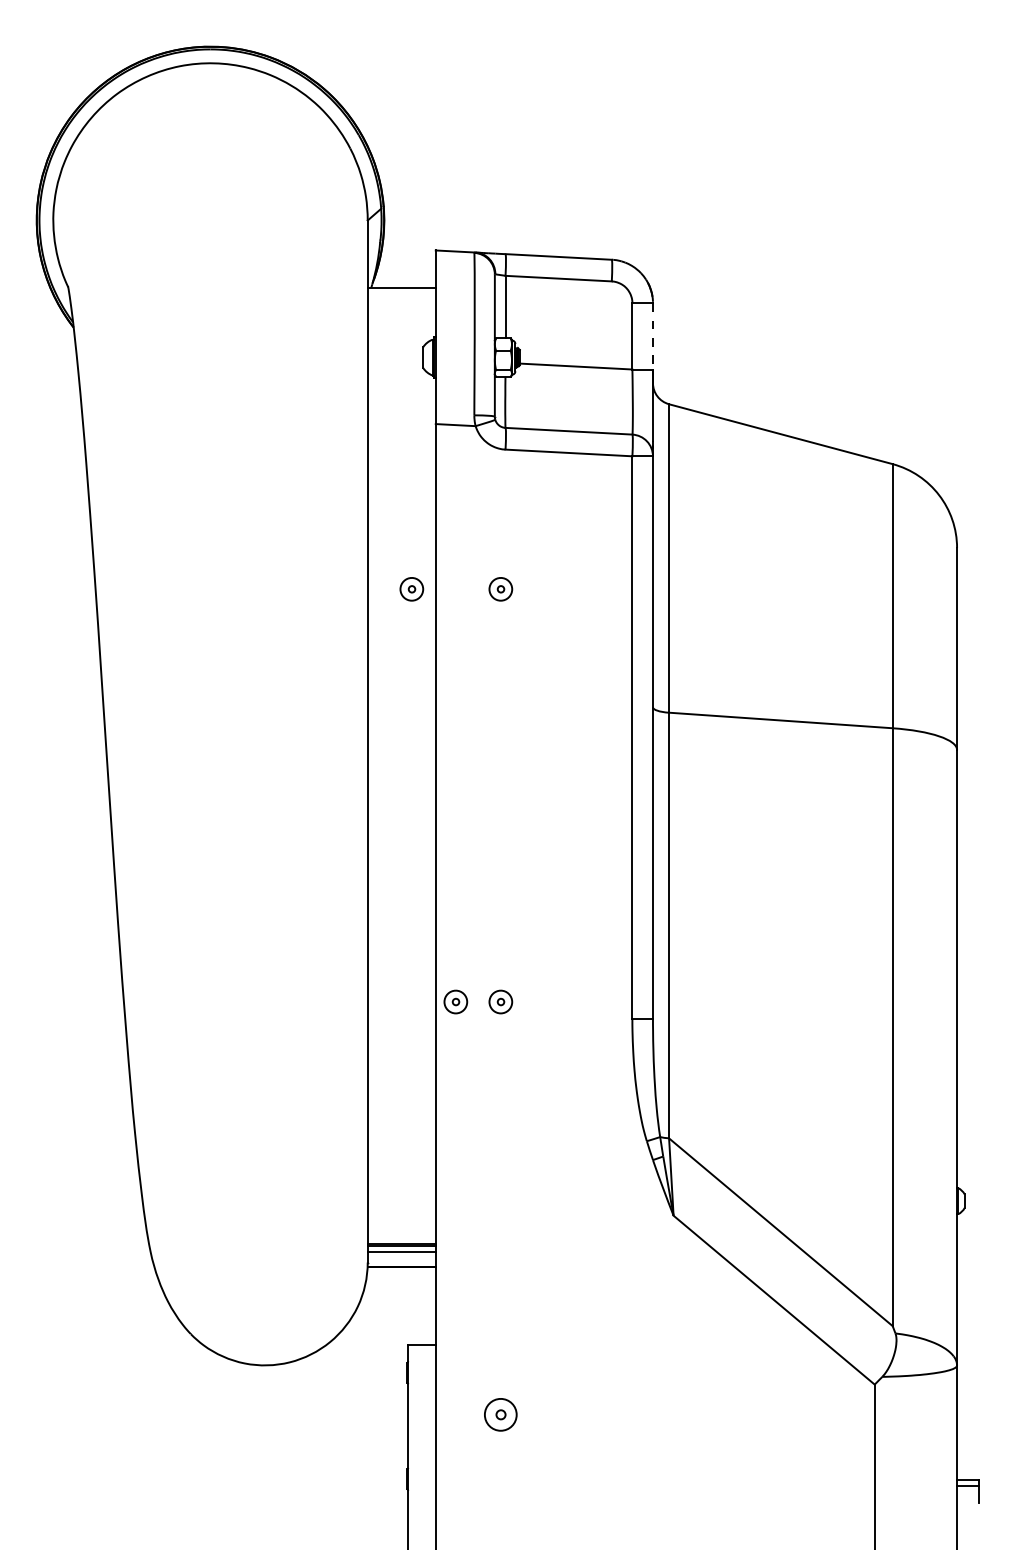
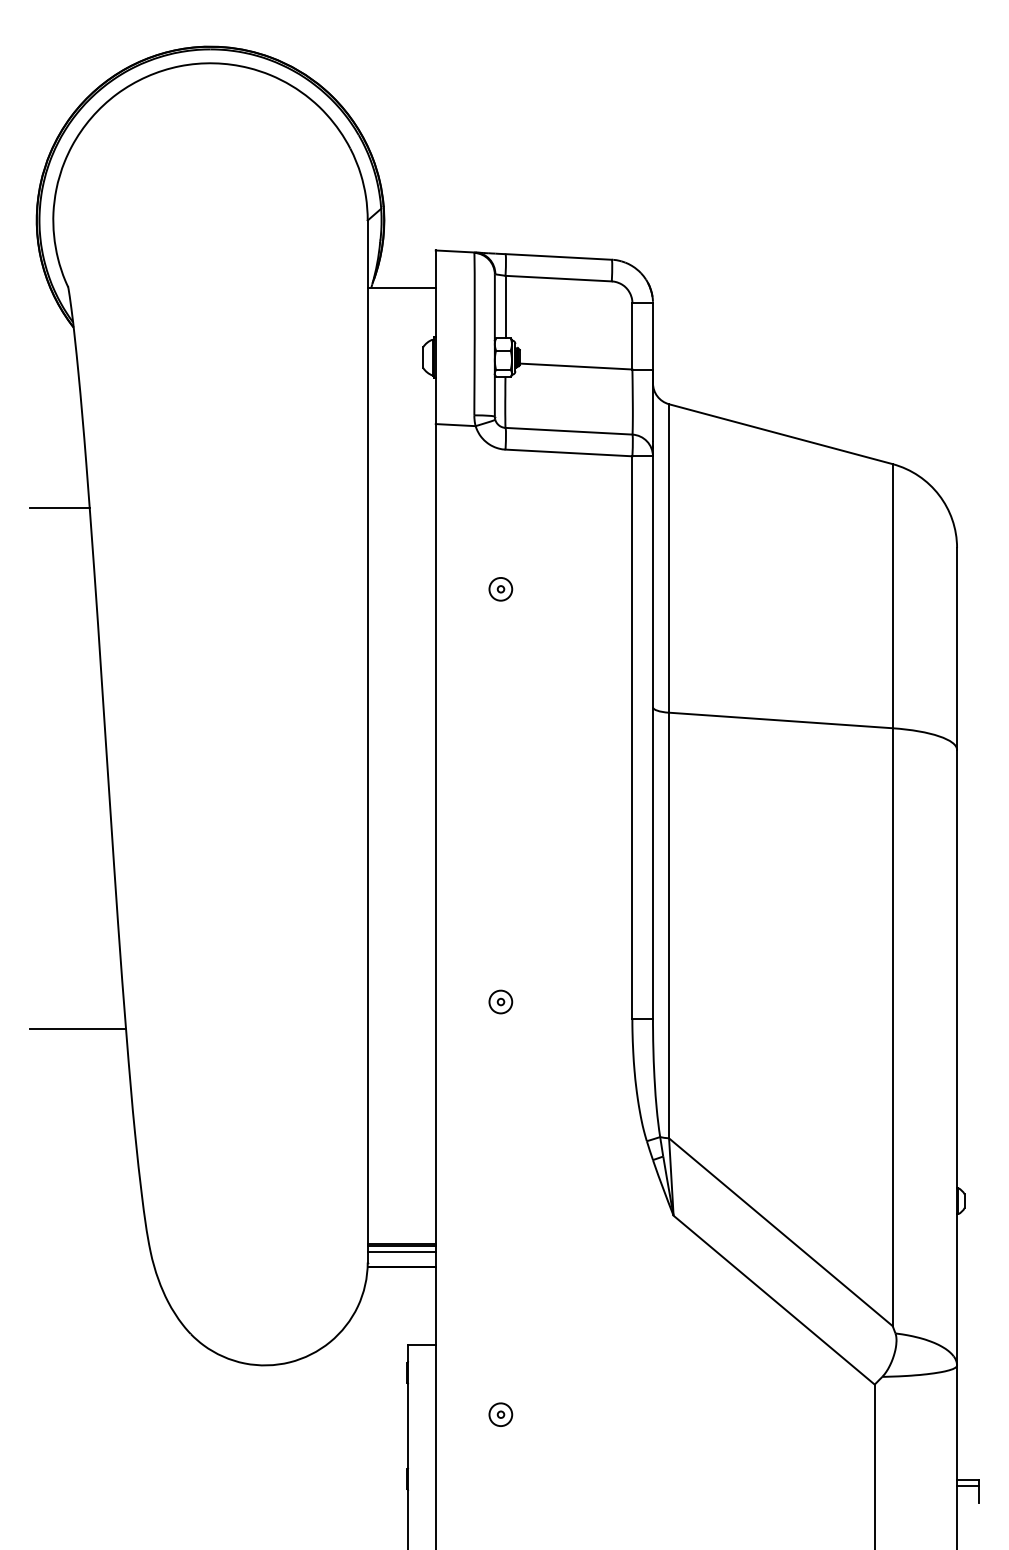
line at (652, 336): dashed -> solid
line at (59, 508): none -> present
part at (411, 589): present -> none
part at (455, 1001): present -> none
line at (78, 1029): none -> present
part at (500, 1414) size: 34x34 px -> 26x25 px
